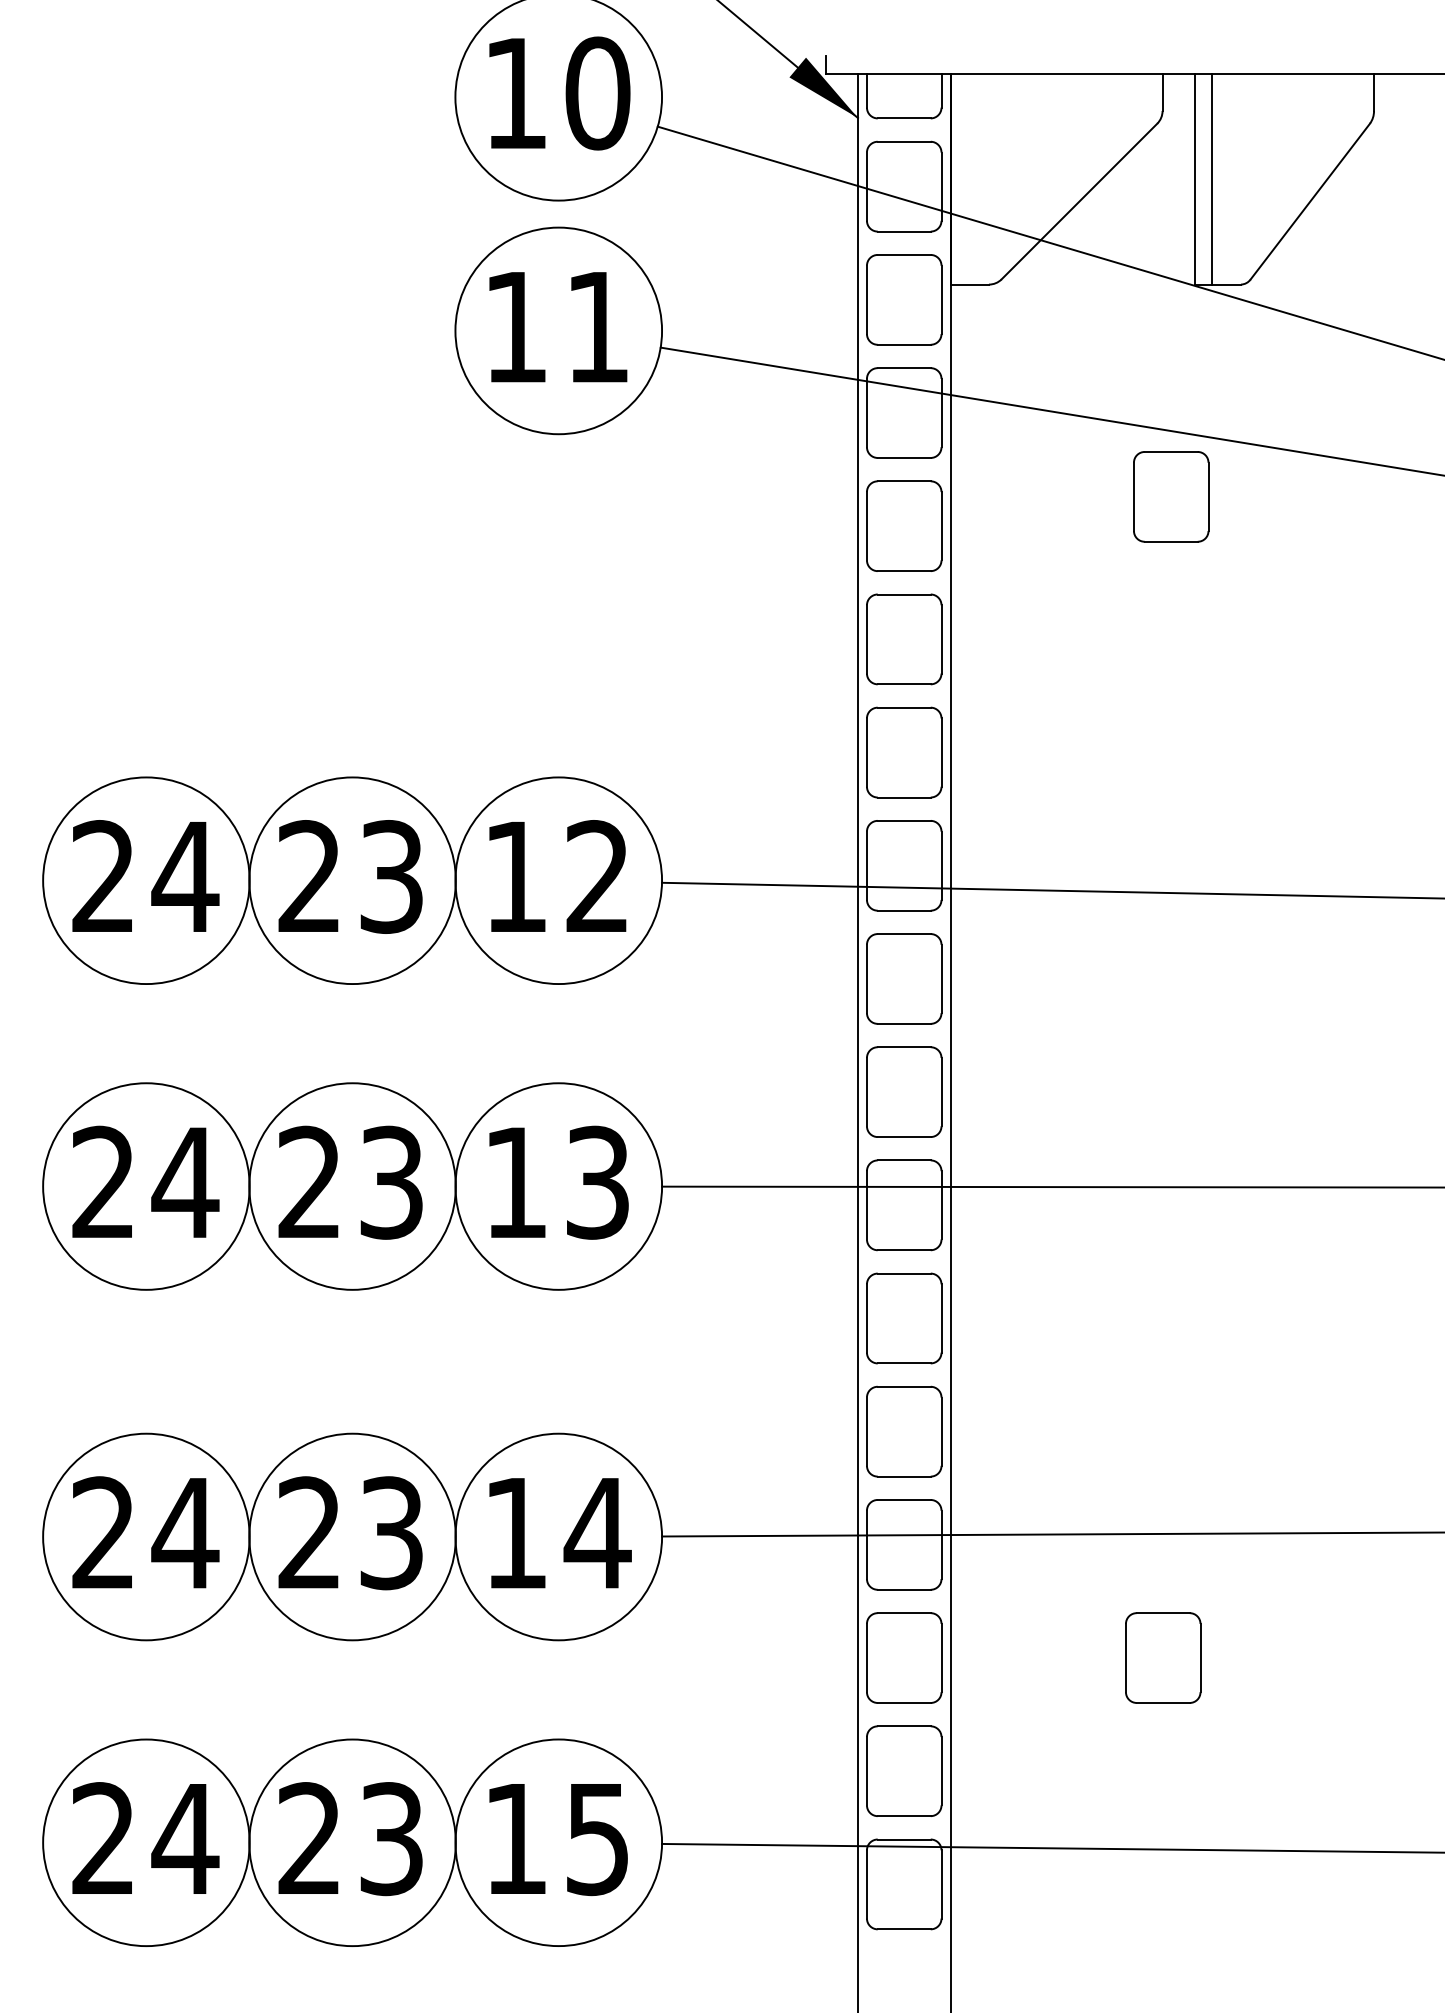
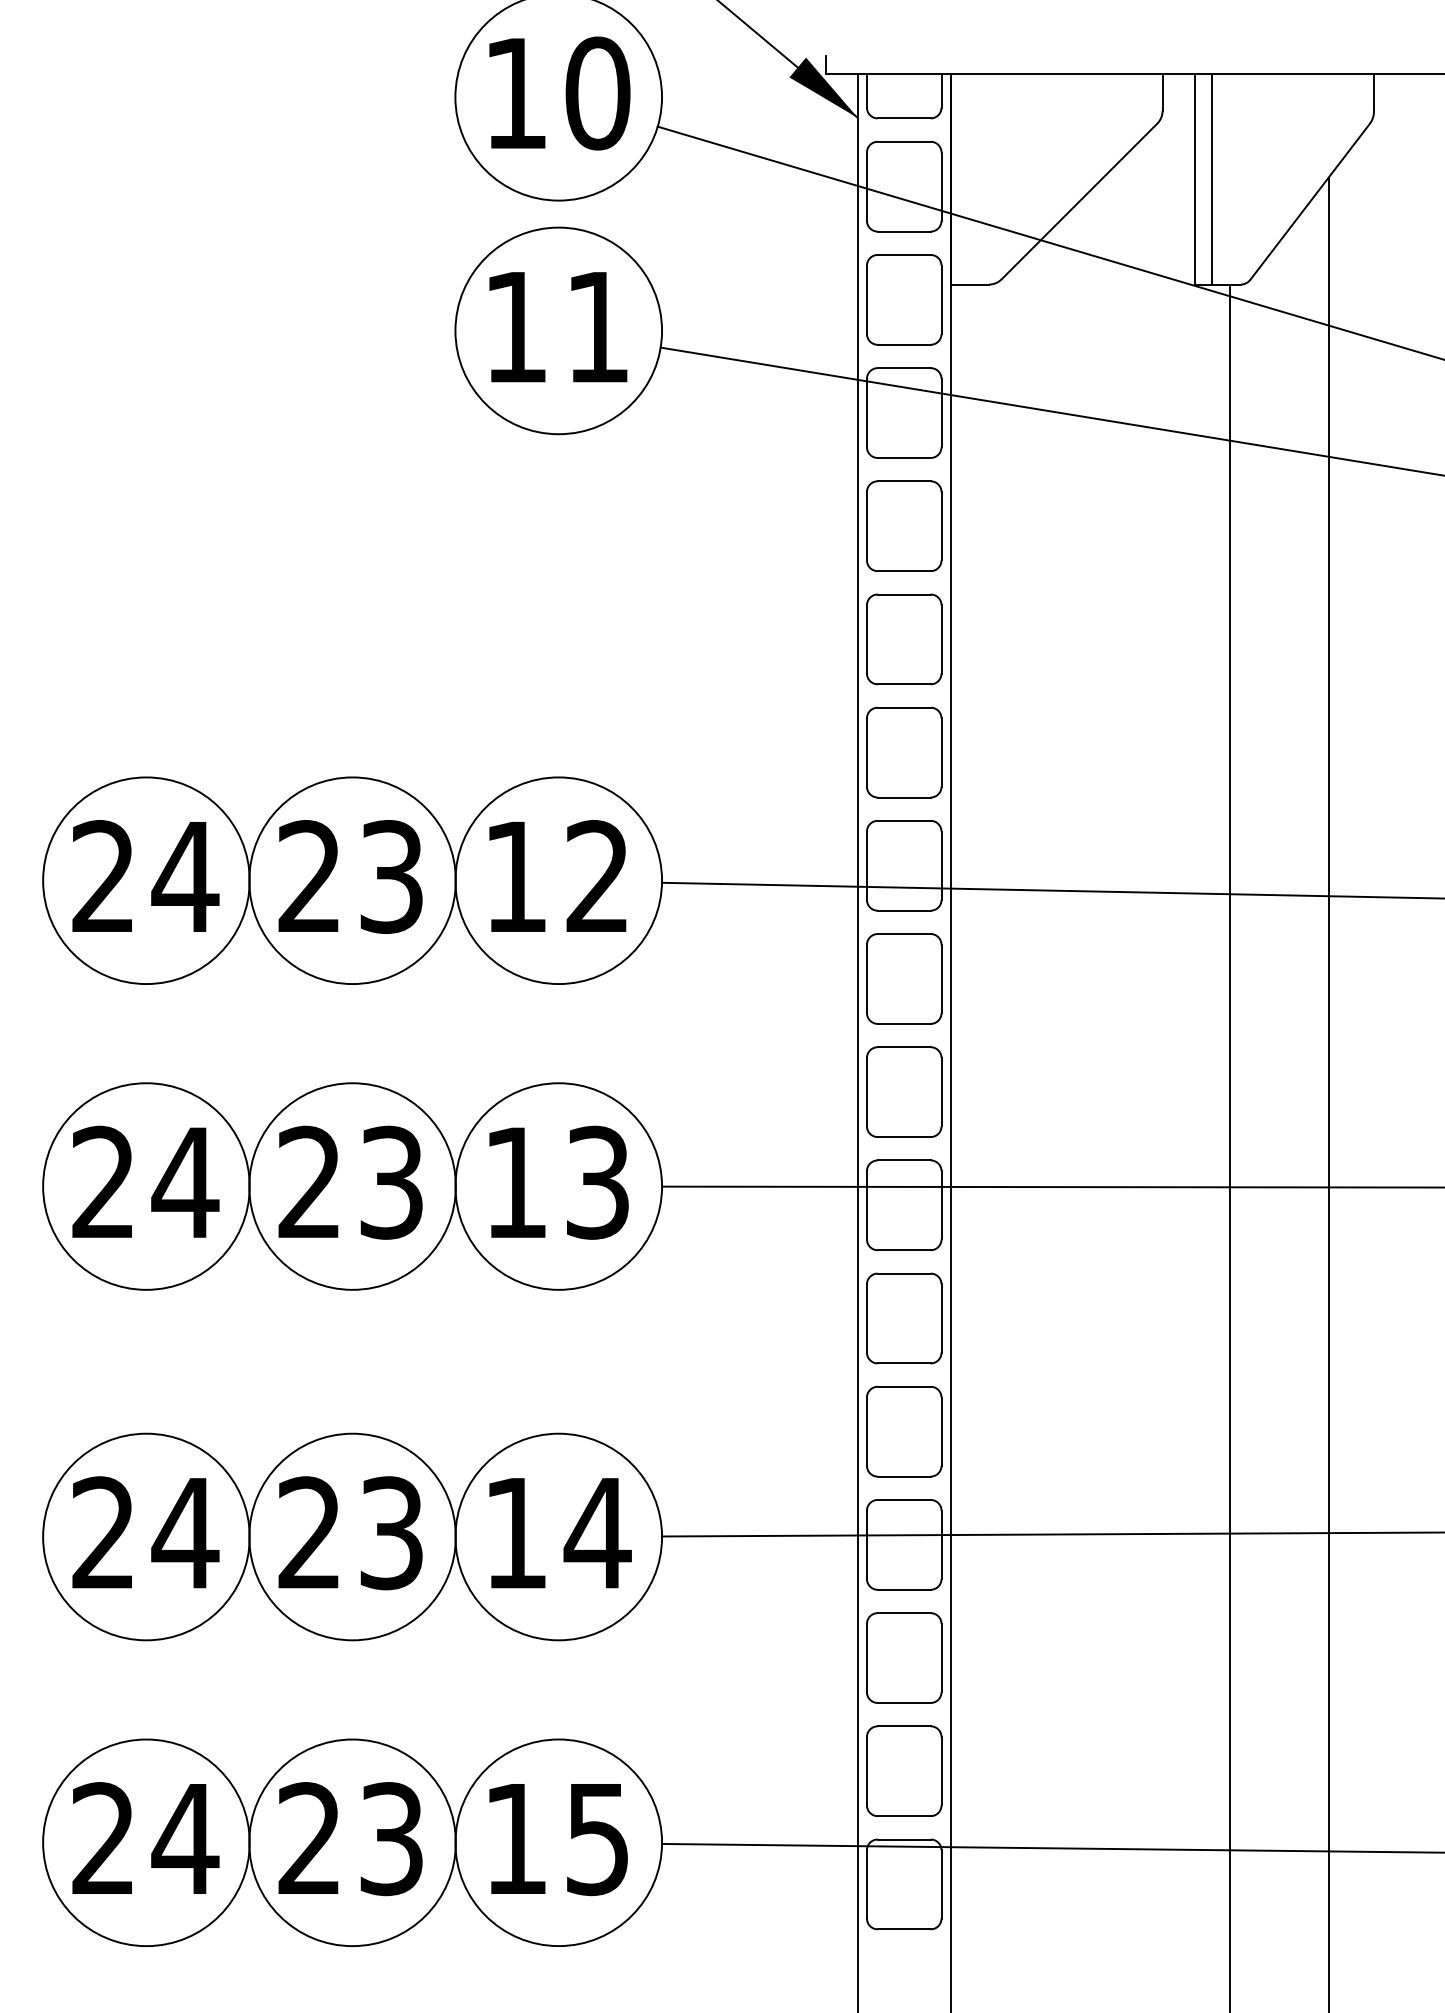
part at (1171, 496): present -> none
line at (1328, 1093): none -> present
line at (1229, 1146): none -> present
part at (1163, 1657): present -> none
